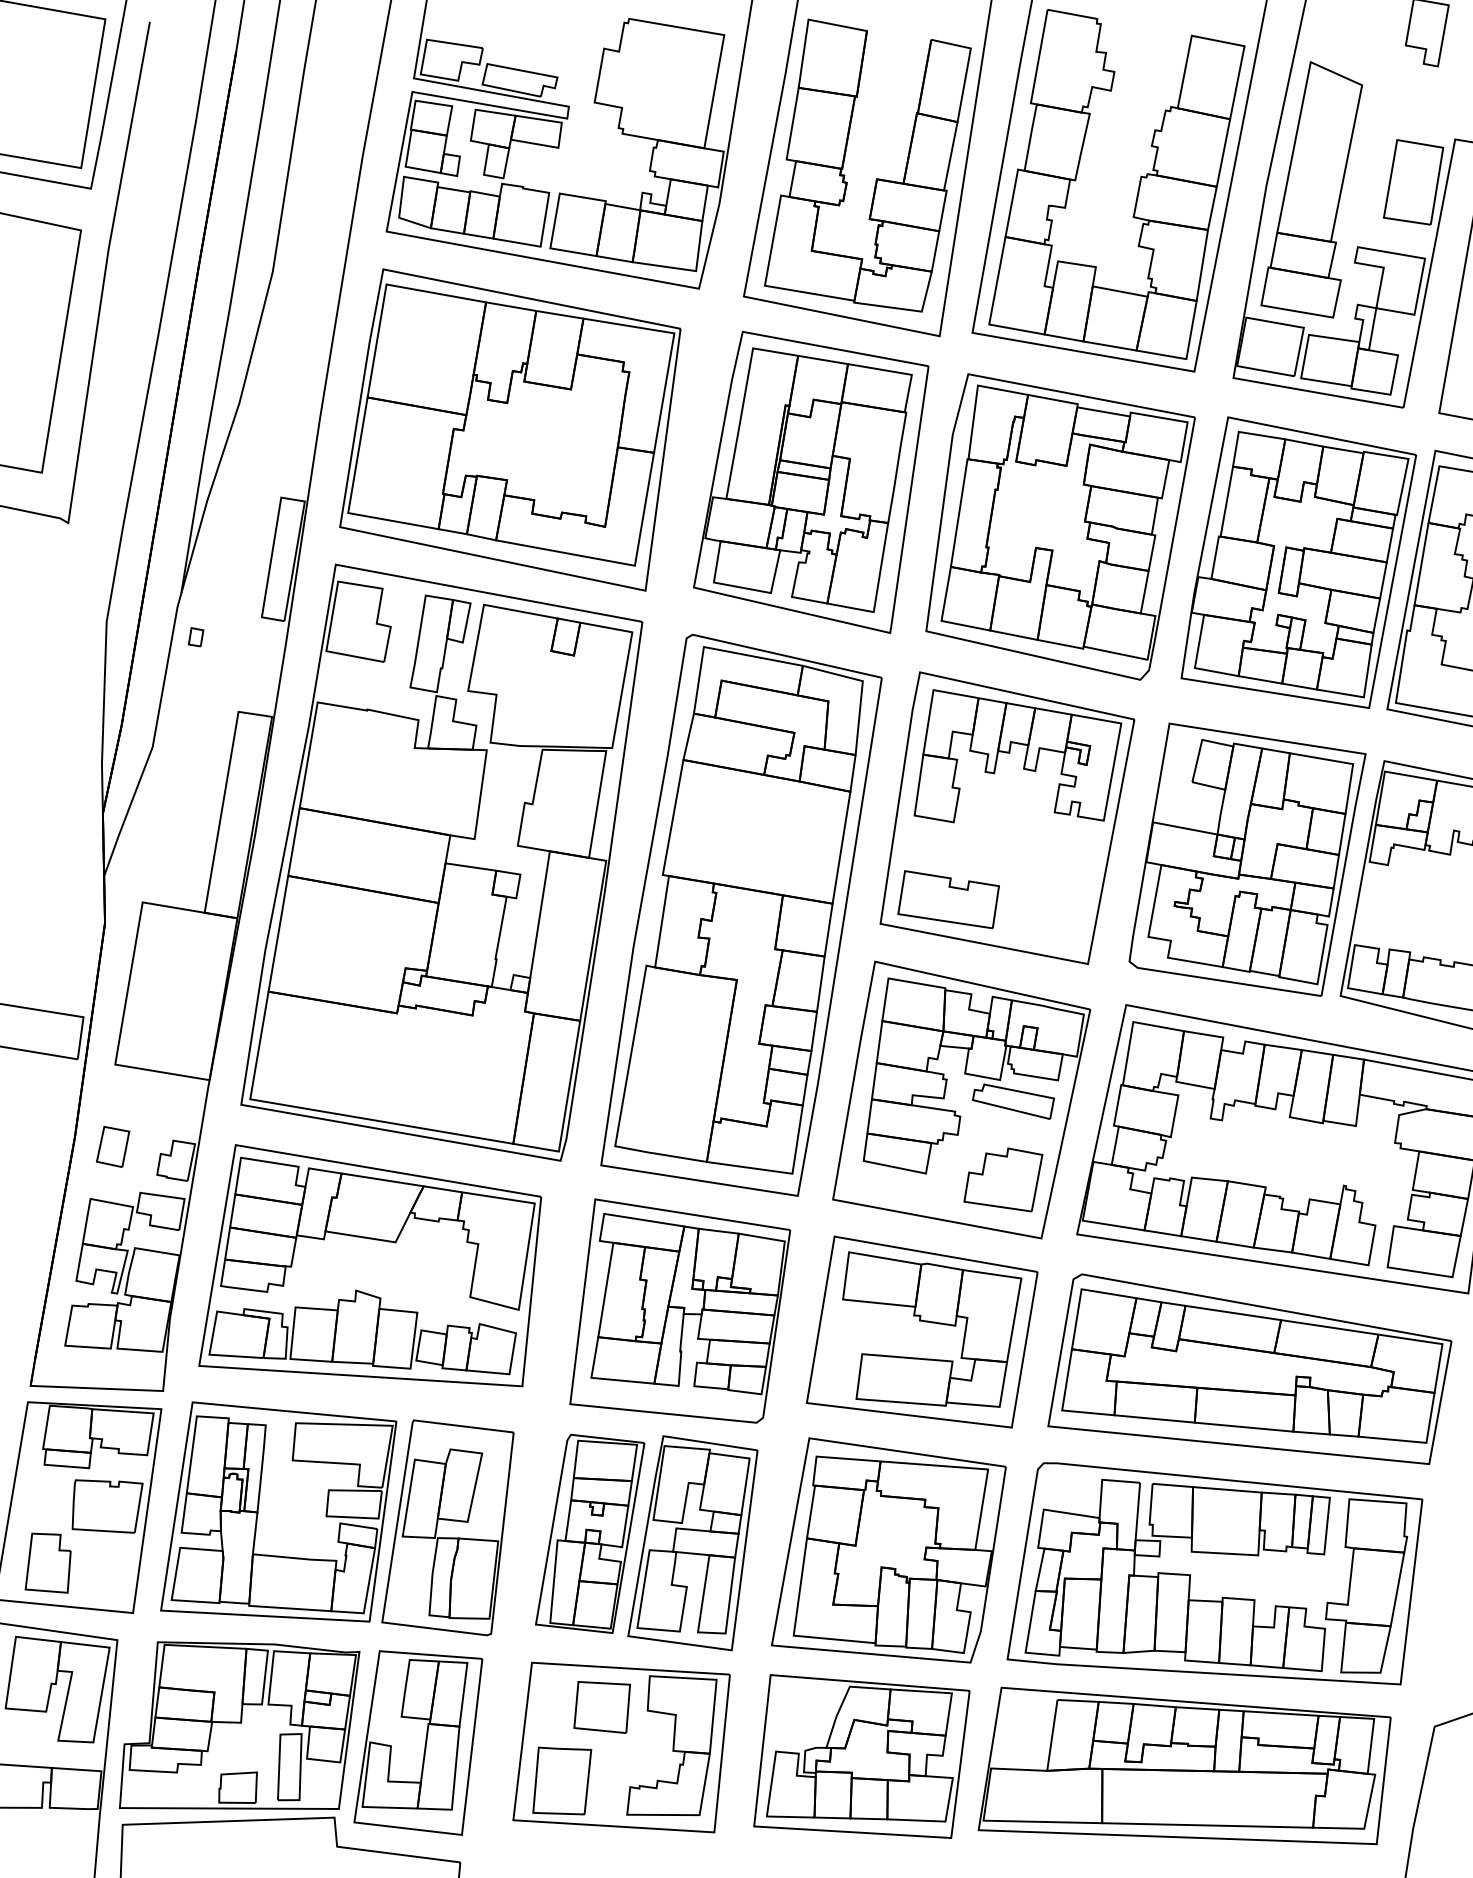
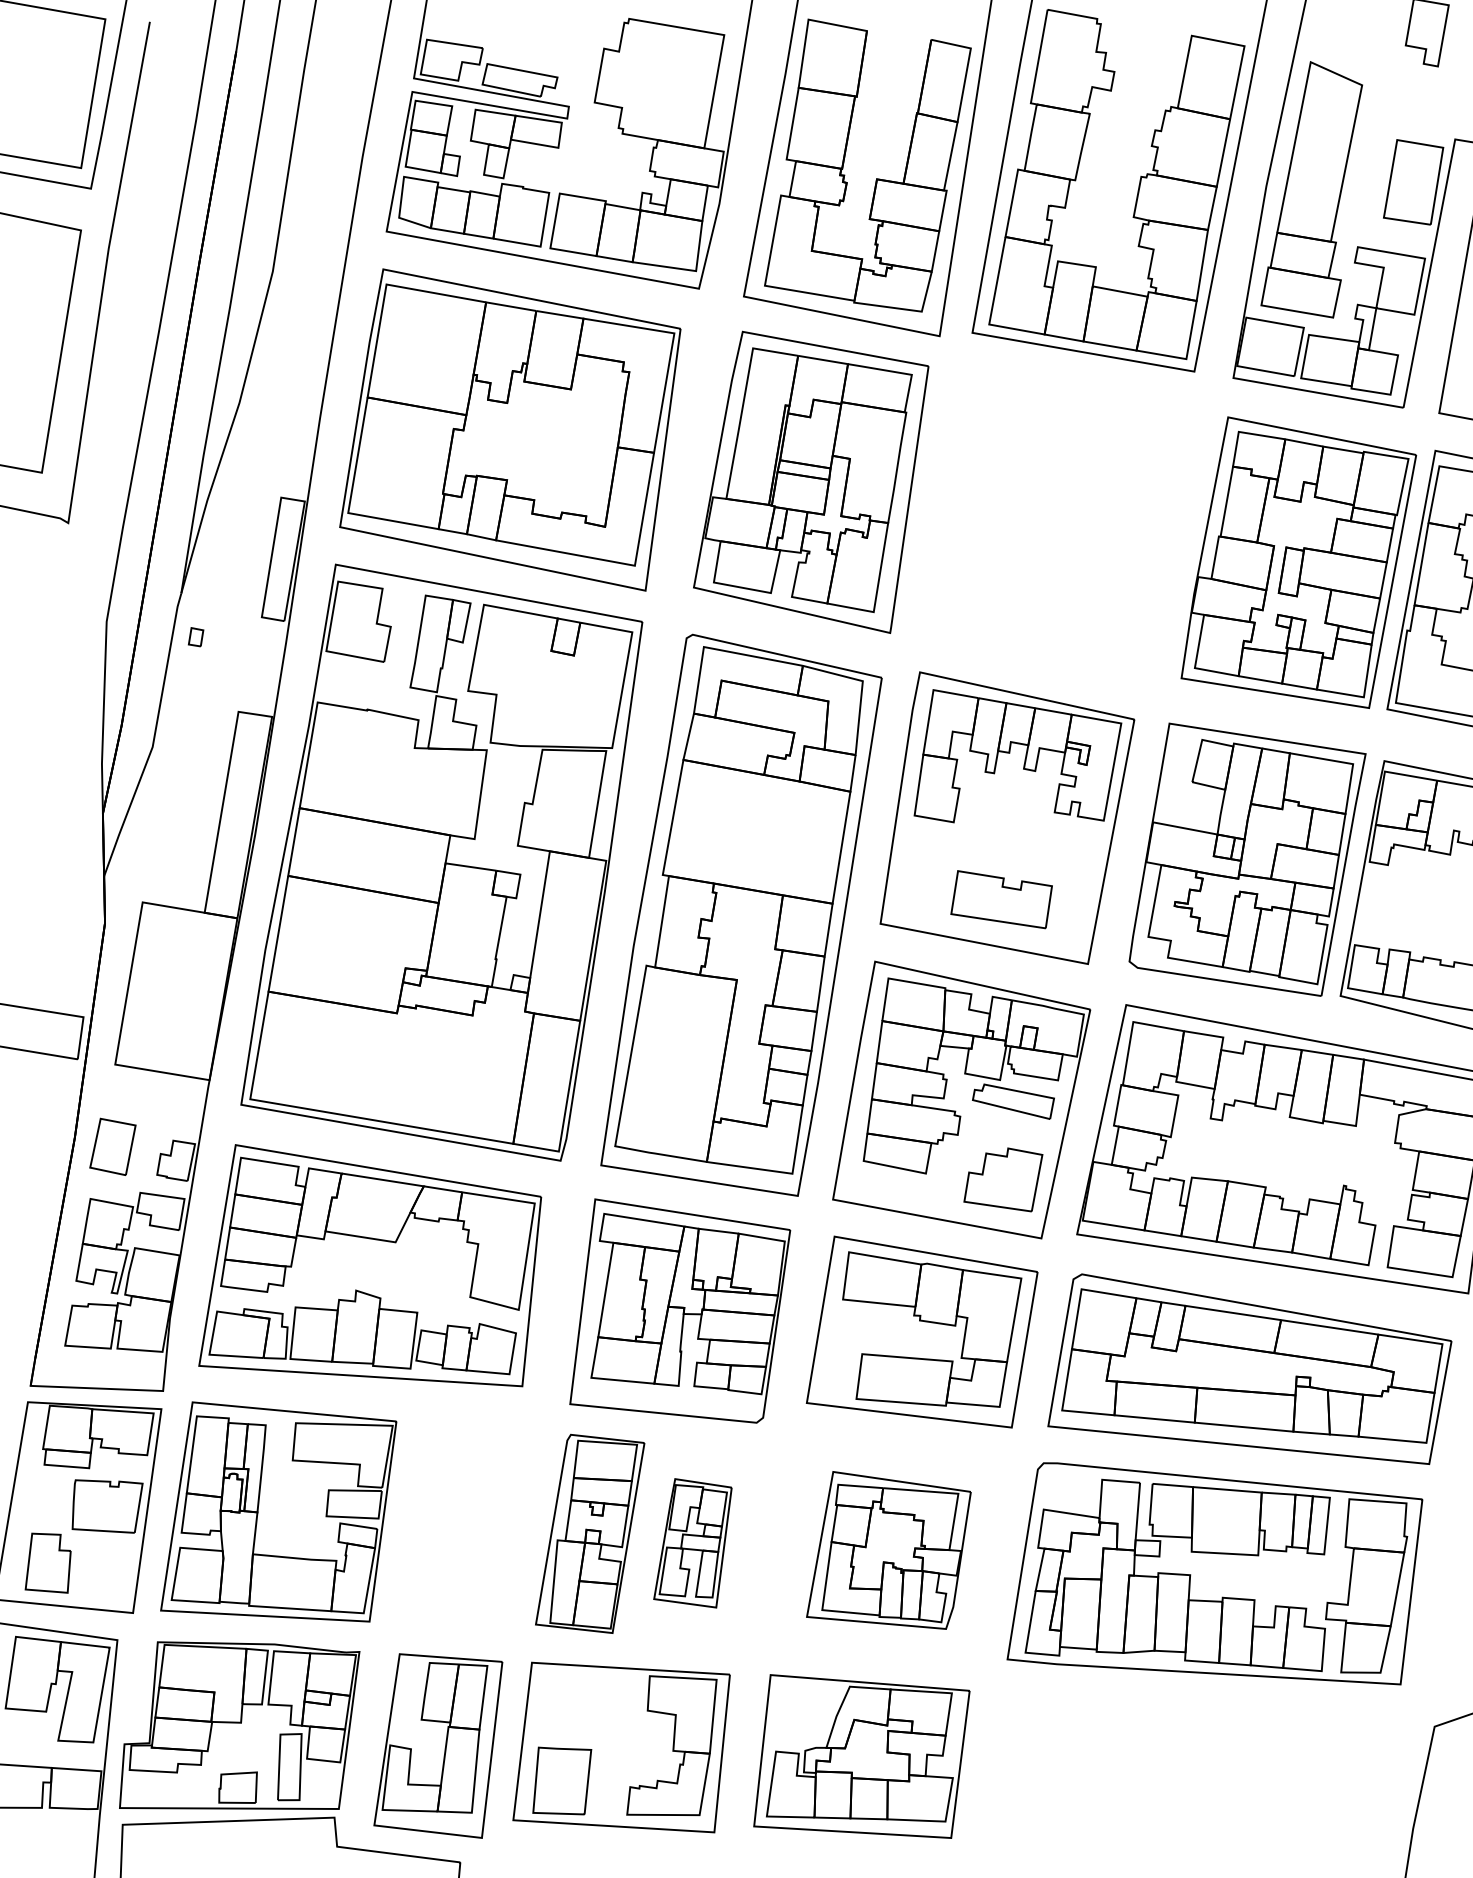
part at (1060, 526): present -> none
part at (948, 899) position: (948, 899) -> (1001, 899)
part at (113, 1146) size: 35x42 px -> 48x59 px
part at (447, 1527): present -> none
part at (692, 1543) size: 132x217 px -> 80x131 px
part at (888, 1550) size: 236x227 px -> 166x159 px
part at (601, 1707): present -> none
part at (418, 1742) position: (418, 1742) -> (438, 1745)
part at (1184, 1765): present -> none
